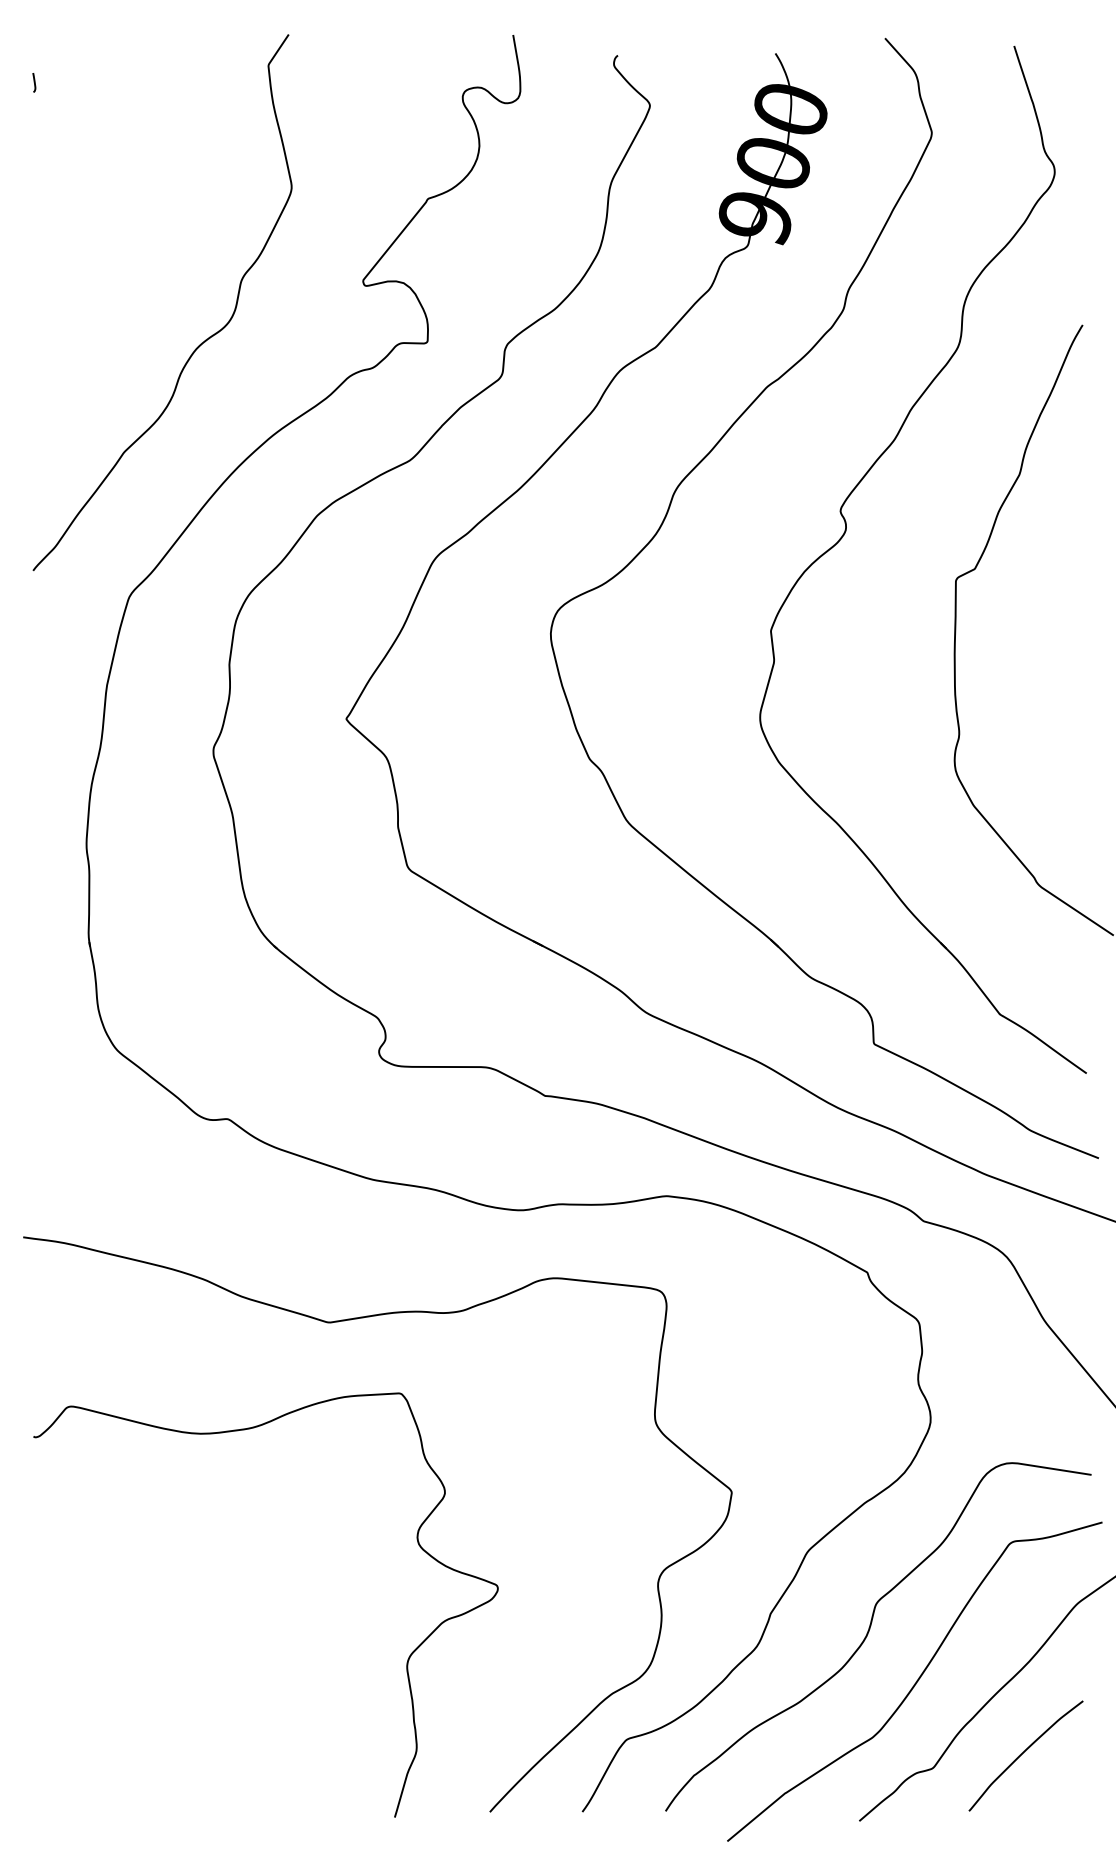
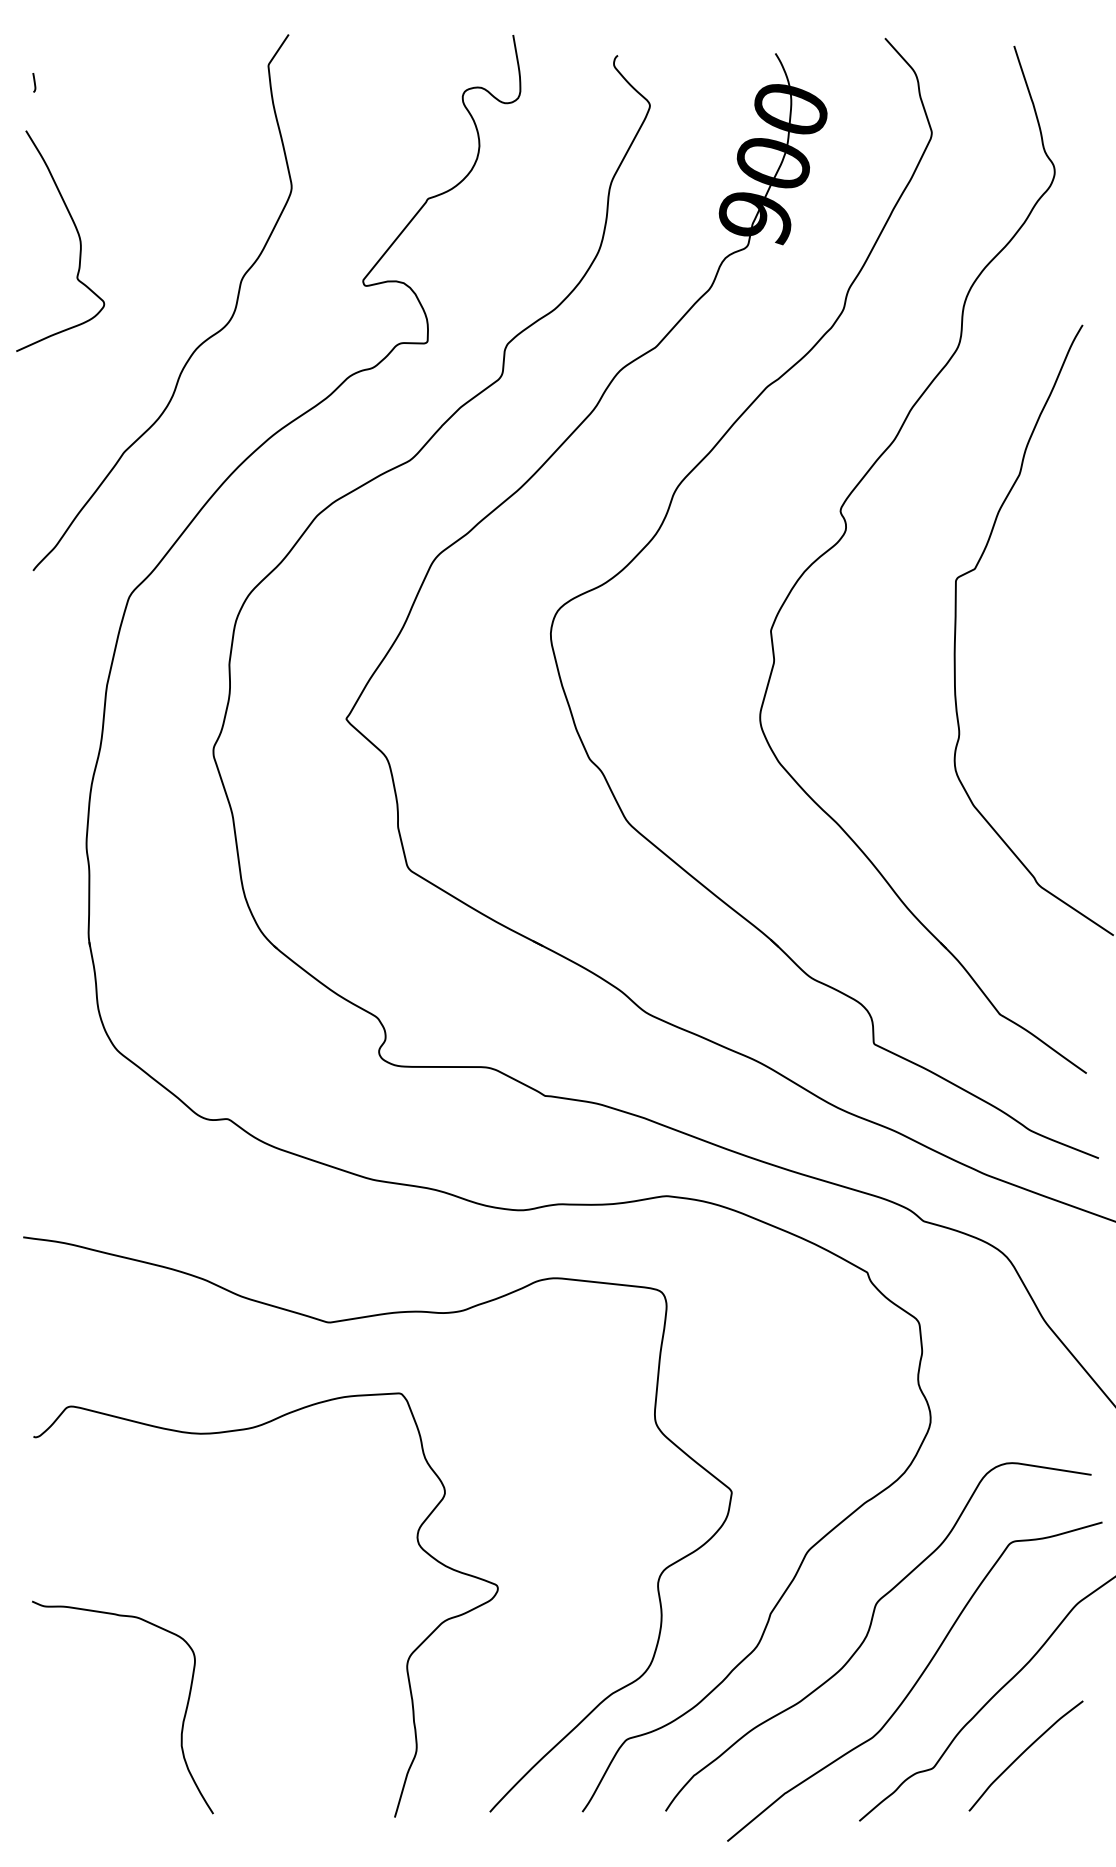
curve at (77, 234): none -> present
curve at (182, 1720): none -> present
